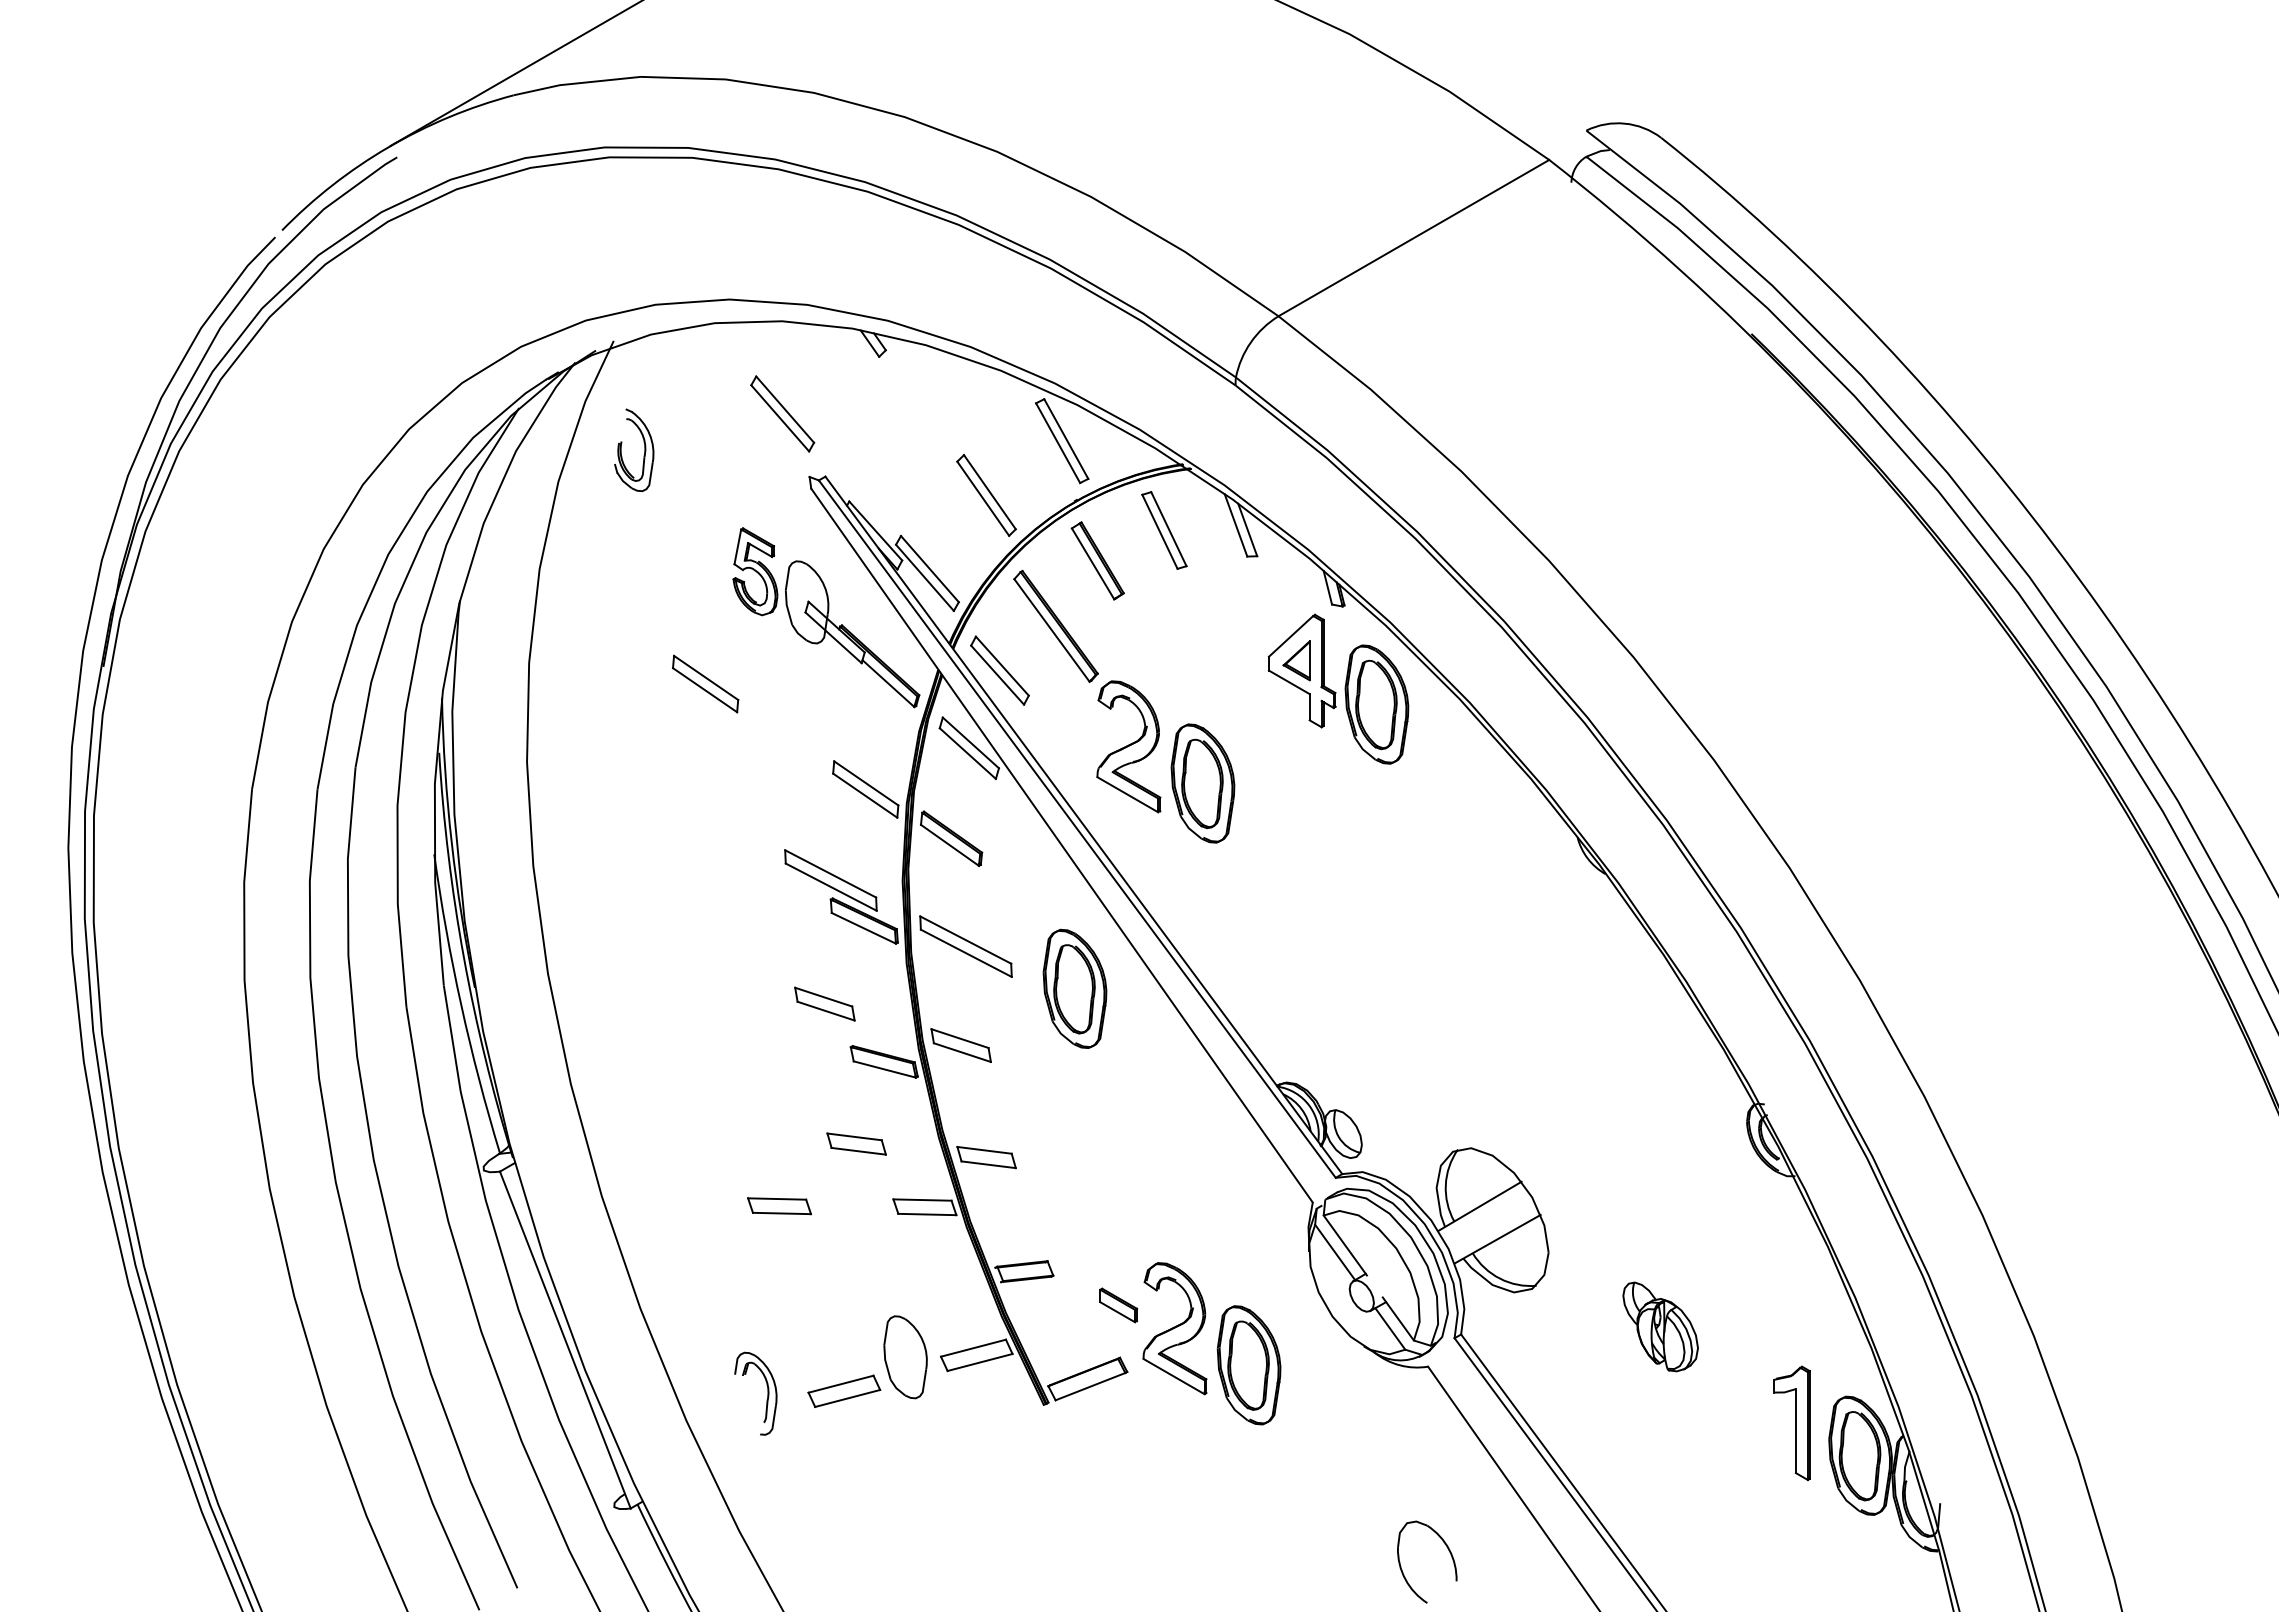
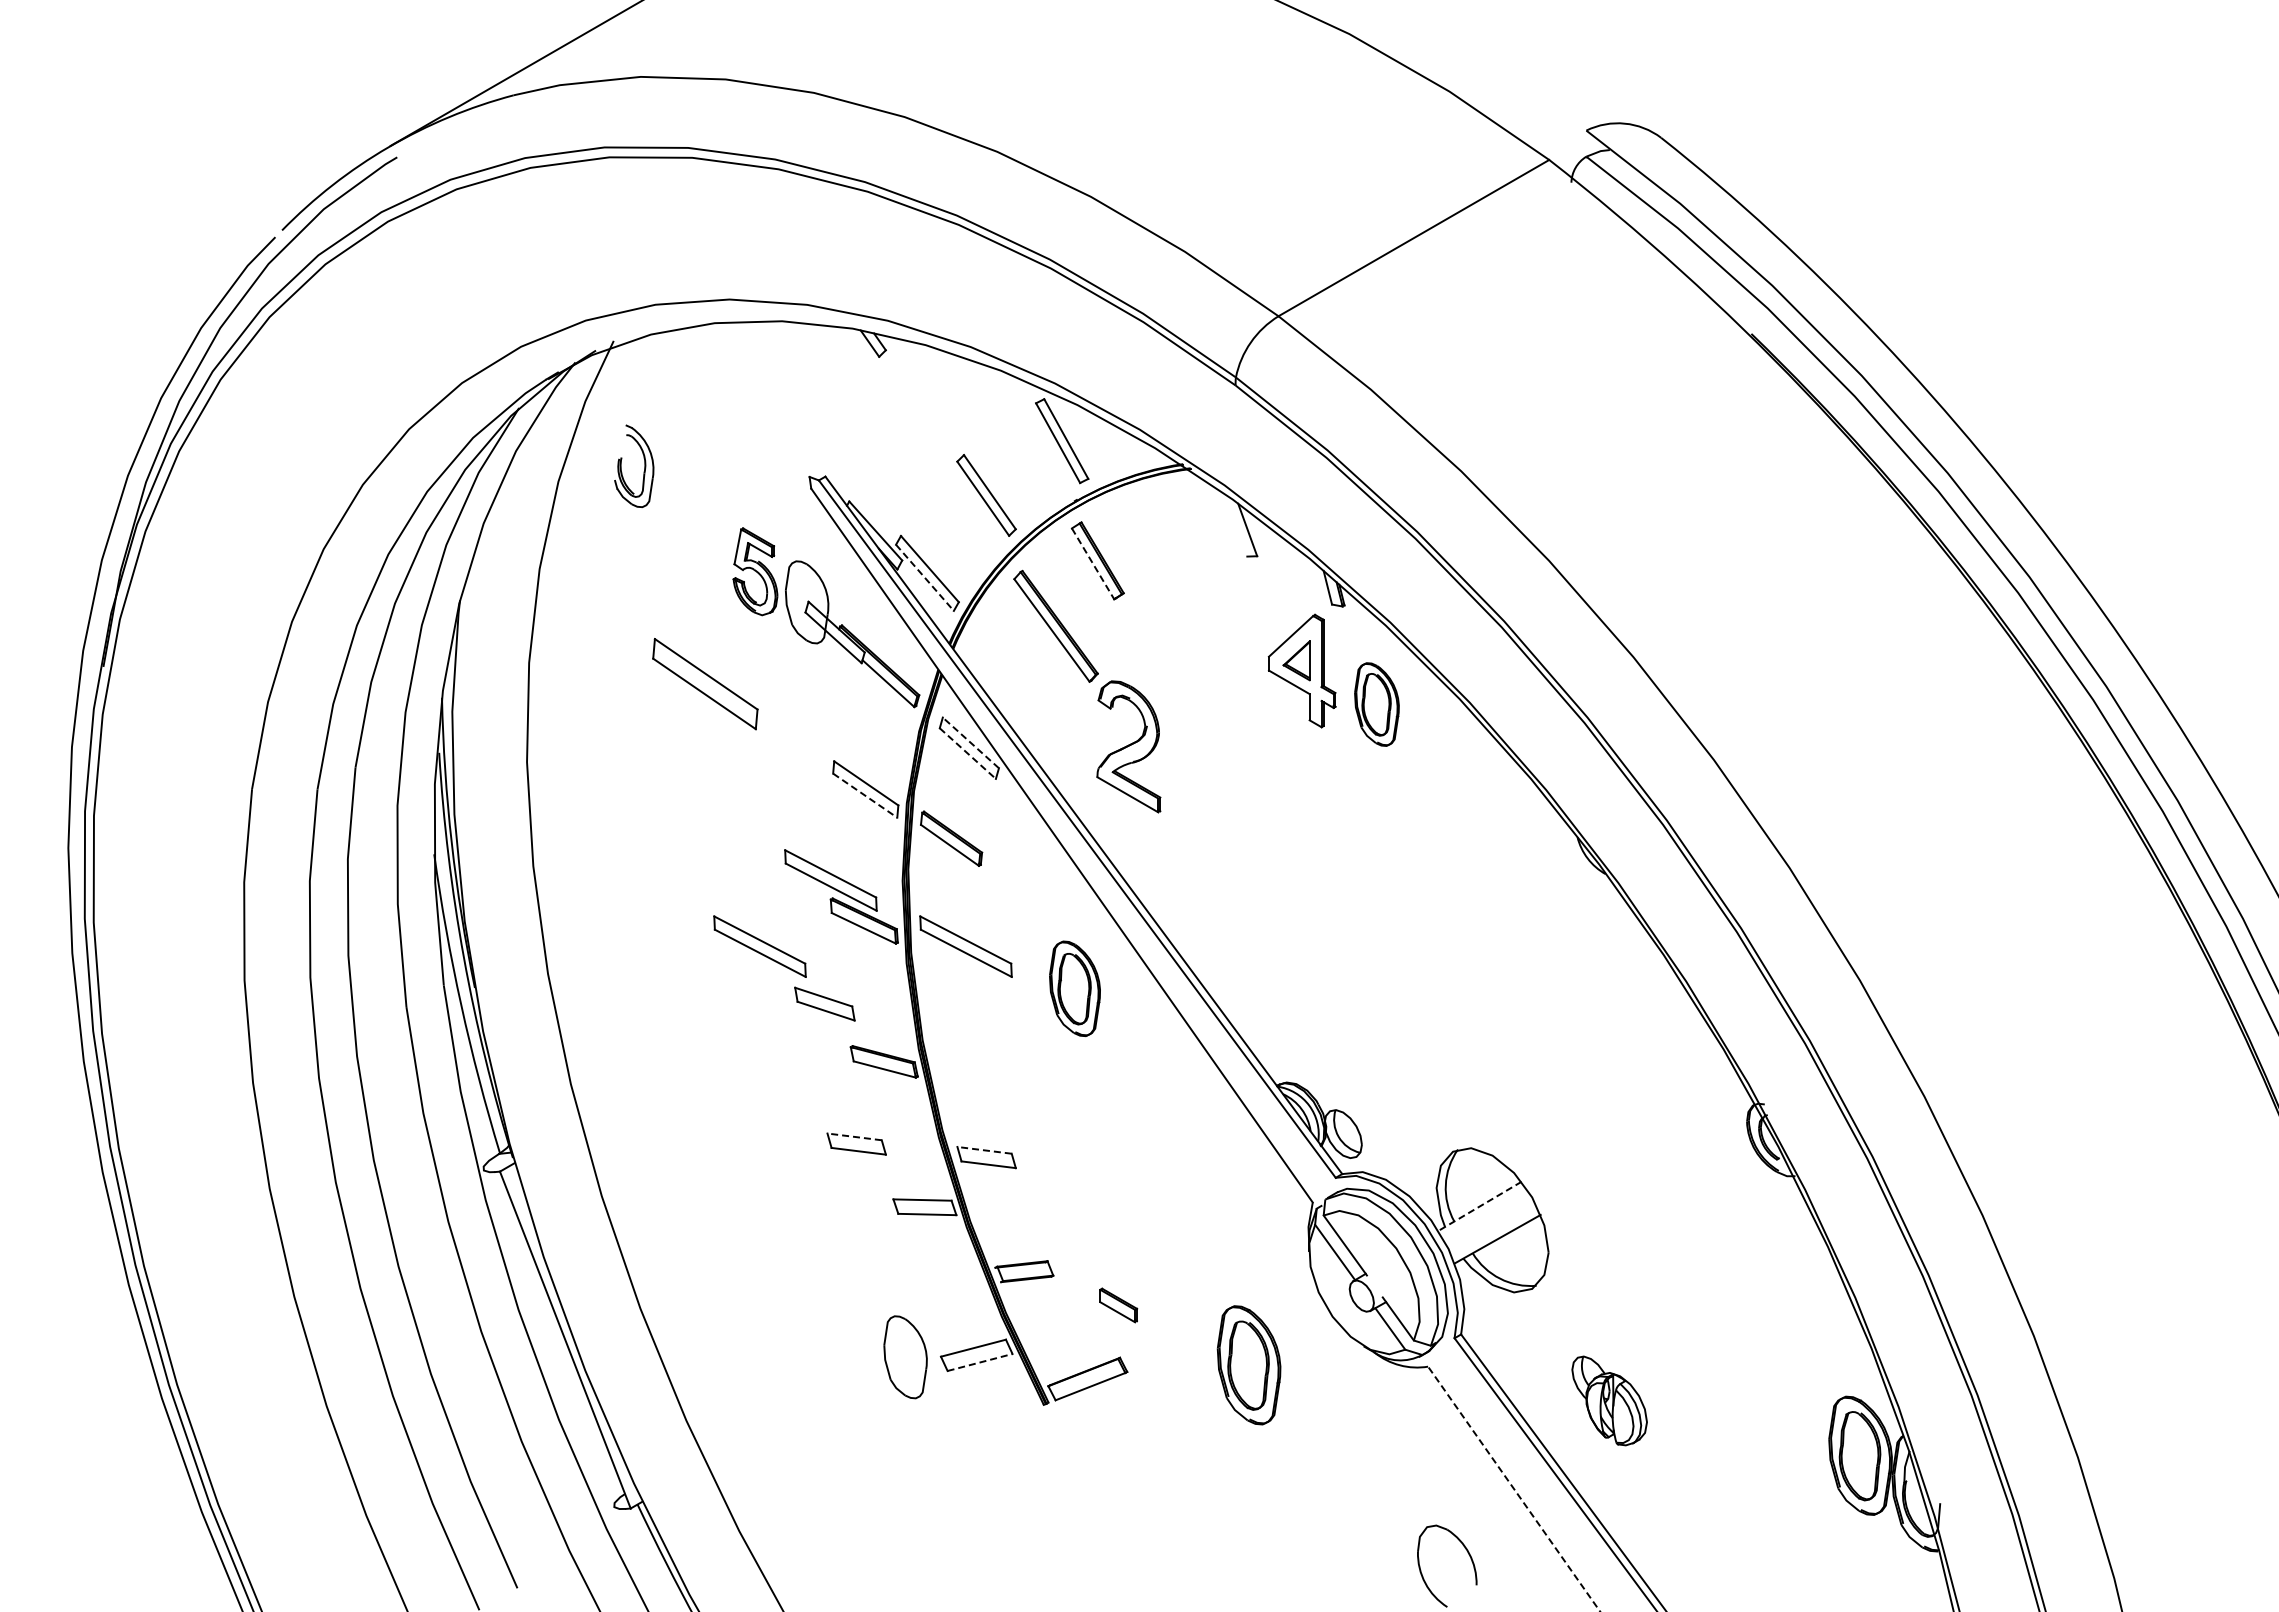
part at (782, 413): present -> none
part at (644, 449) position: (644, 449) -> (644, 465)
line at (1235, 525): present -> none
part at (1164, 530): present -> none
line at (1093, 564): solid -> dashed
line at (924, 577): solid -> dashed
part at (999, 670): present -> none
part at (705, 683) size: 68x60 px -> 107x93 px
part at (1376, 704) size: 66x121 px -> 46x85 px
line at (970, 742): solid -> dashed
line at (967, 753): solid -> dashed
part at (1202, 783): present -> none
line at (865, 795): solid -> dashed
part at (759, 946): none -> present
part at (1074, 988) size: 66x121 px -> 52x98 px
part at (960, 1045): present -> none
line at (854, 1136): solid -> dashed
line at (984, 1150): solid -> dashed
part at (779, 1206): present -> none
line at (1479, 1206): solid -> dashed
part at (1660, 1326) position: (1660, 1326) -> (1609, 1400)
part at (1174, 1328): present -> none
line at (980, 1362): solid -> dashed
part at (844, 1390): present -> none
part at (767, 1393): present -> none
part at (1791, 1423): present -> none
line at (1514, 1489): solid -> dashed
part at (1446, 1547) position: (1446, 1547) -> (1466, 1551)
